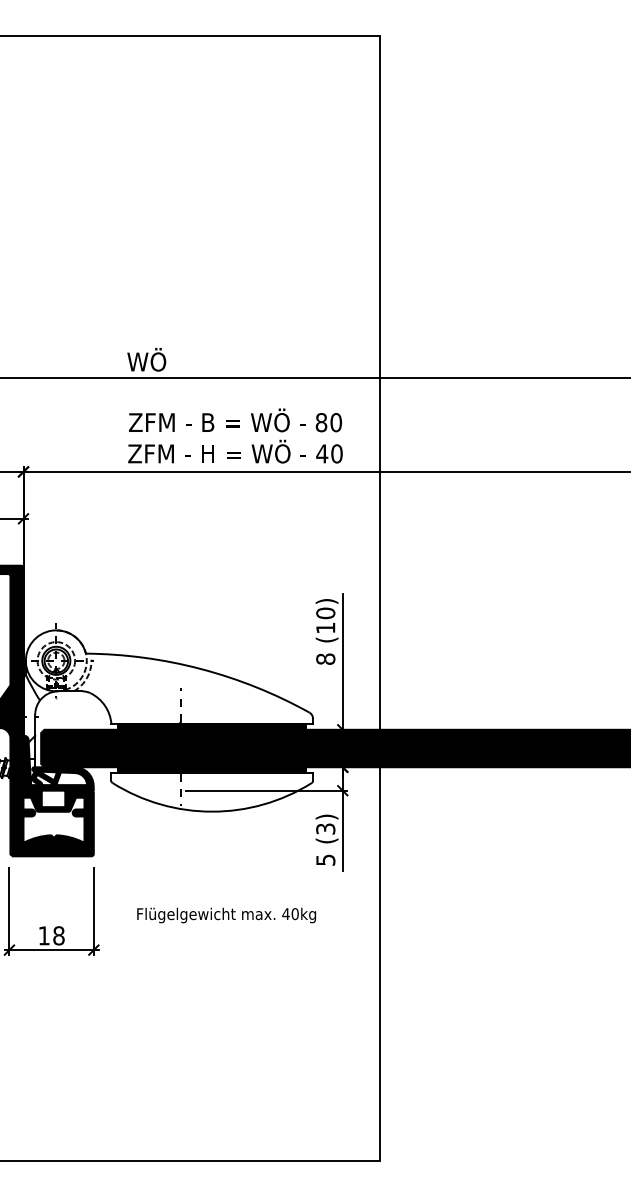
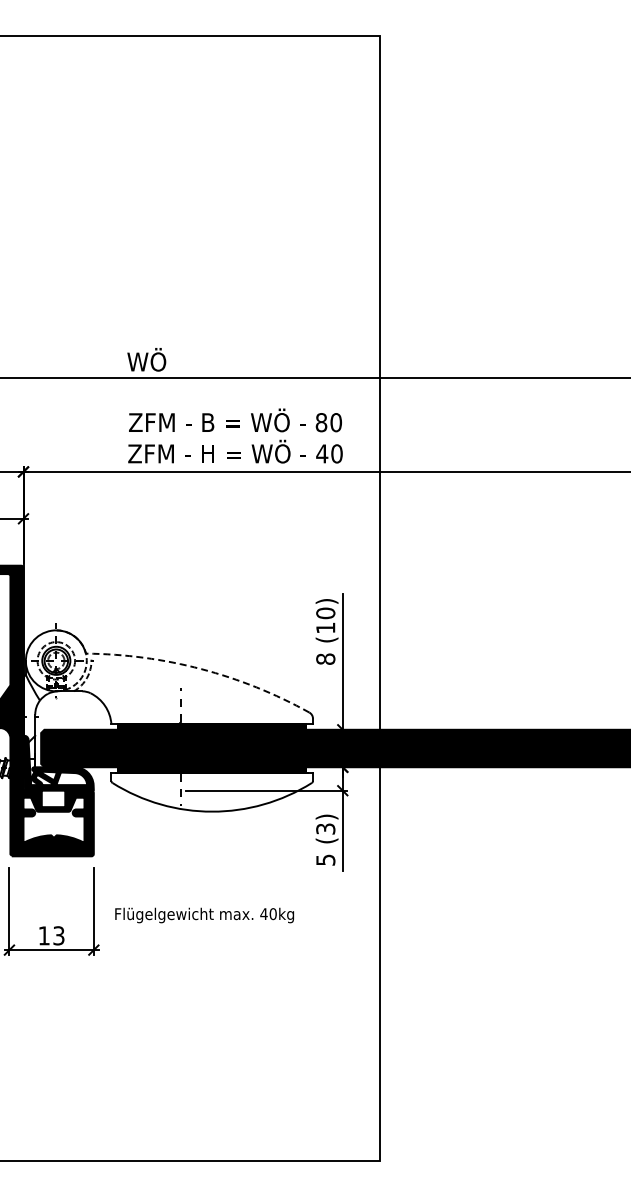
arc at (201, 669): solid -> dashed
text at (226, 915) position: (226, 915) -> (204, 915)
text at (58, 935): 18 -> 13
